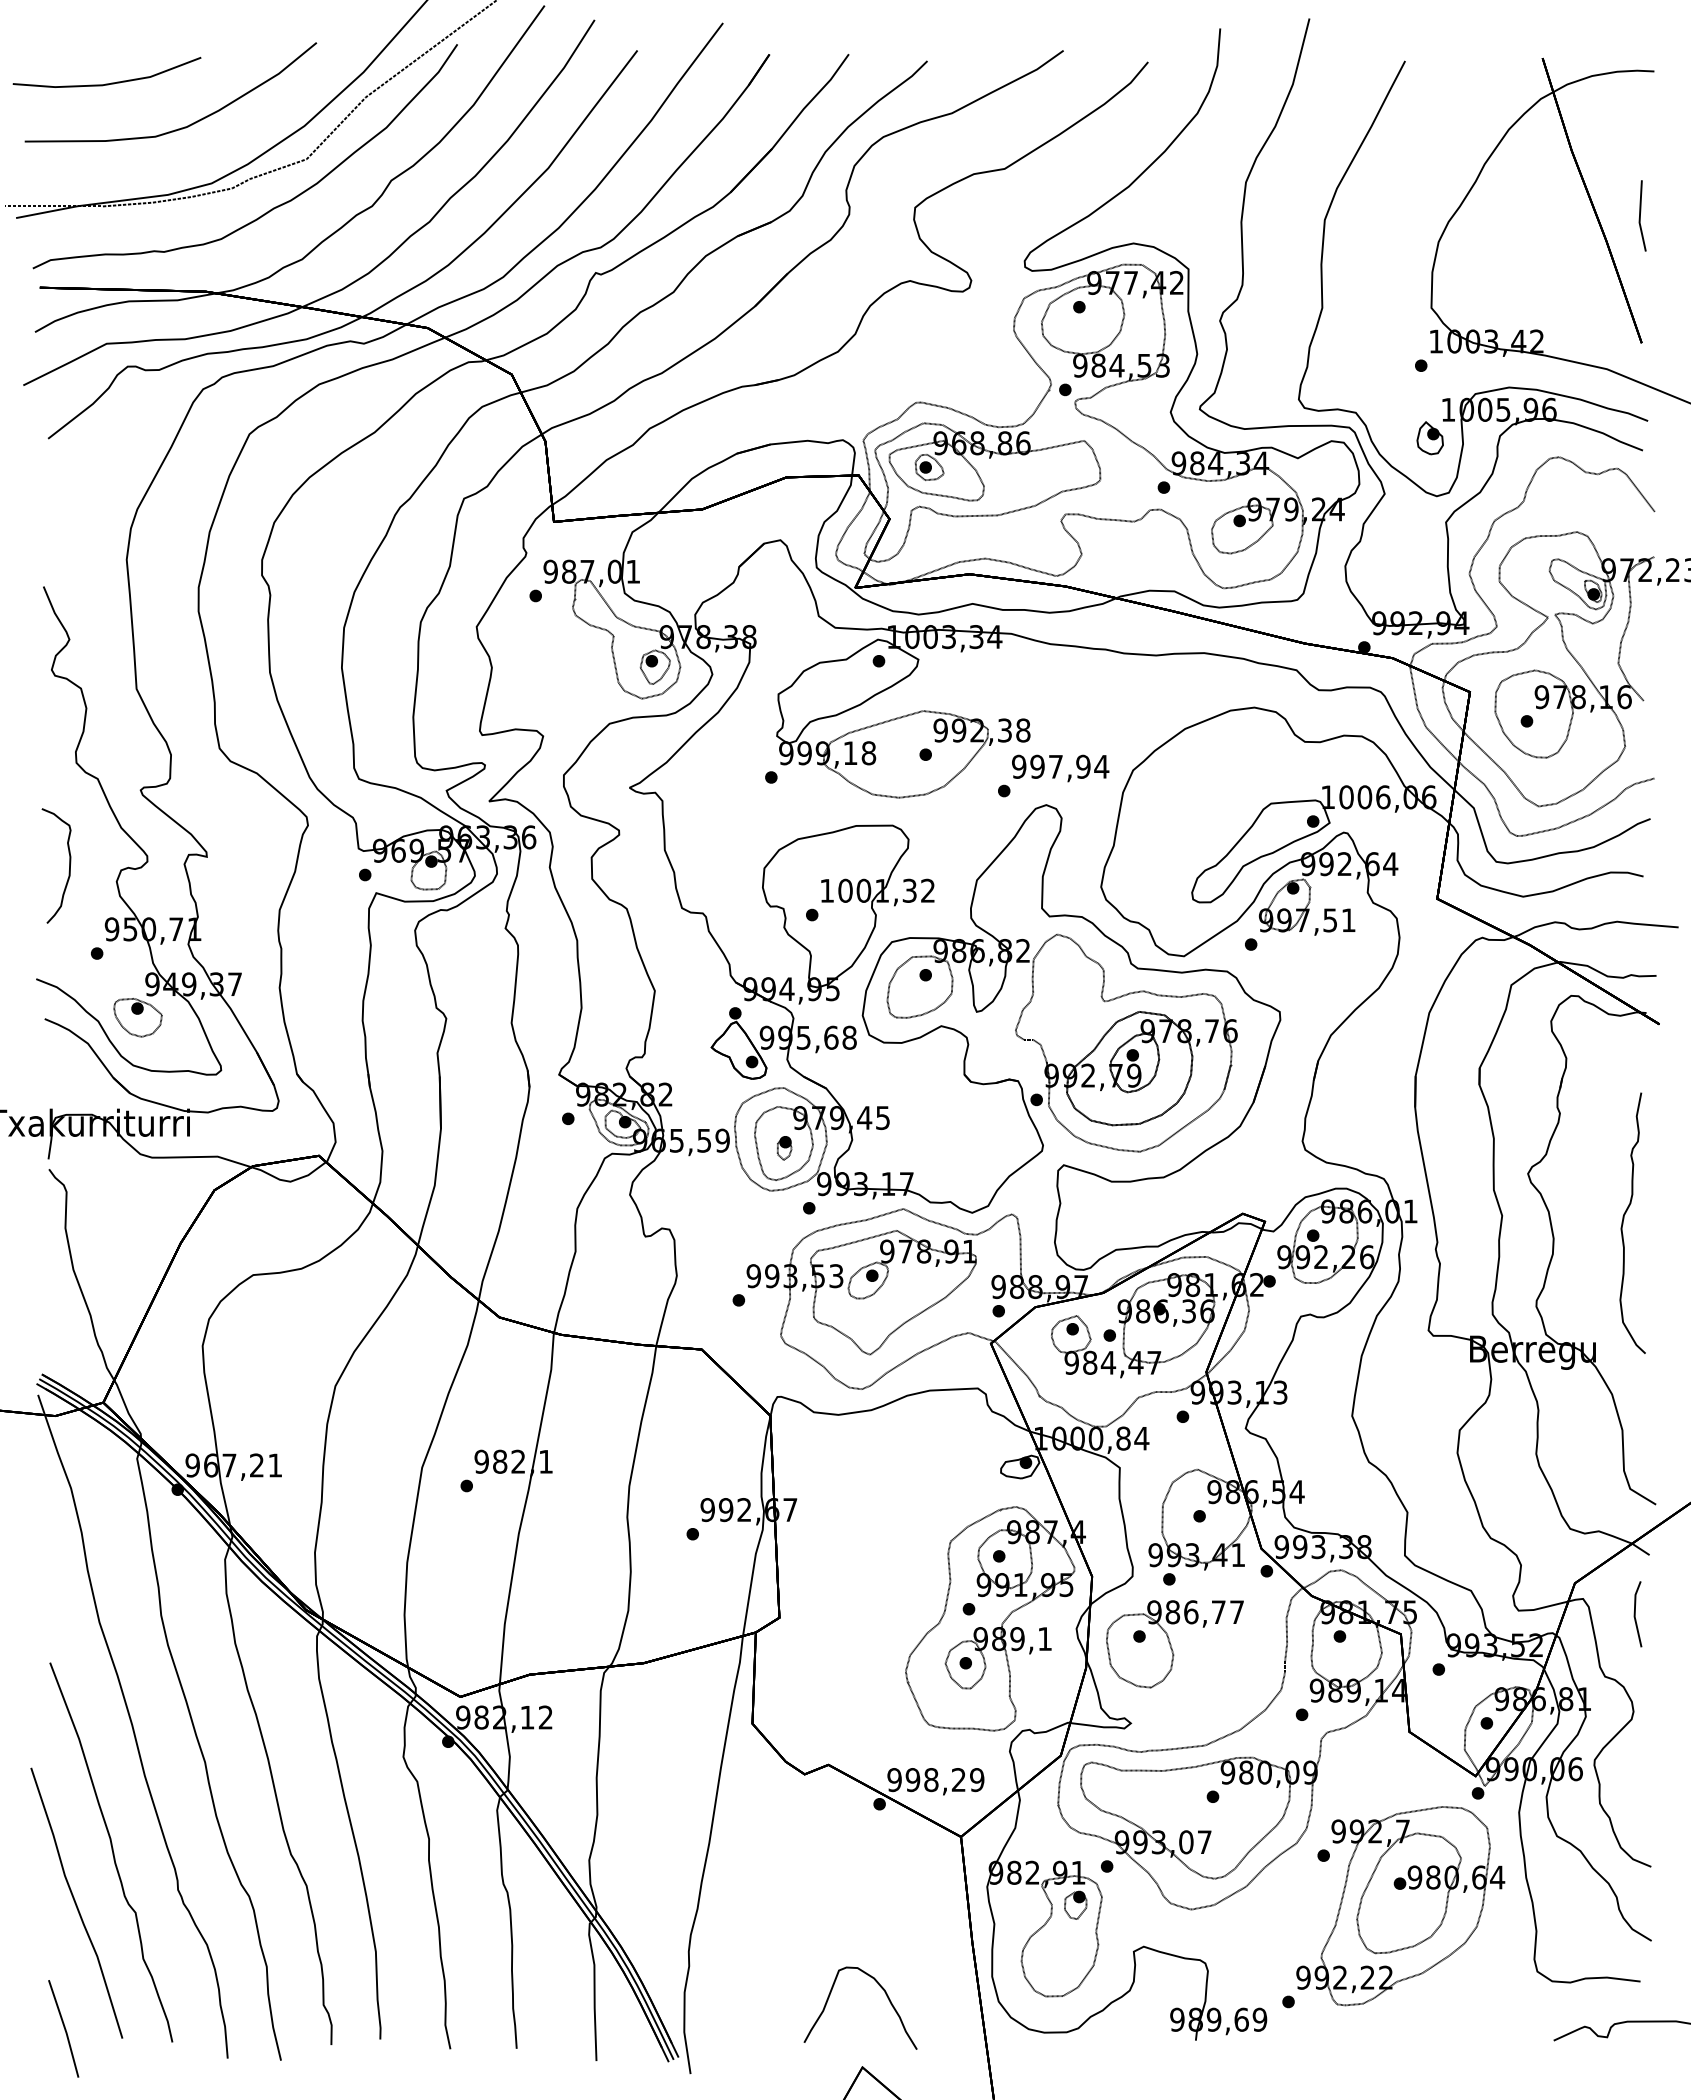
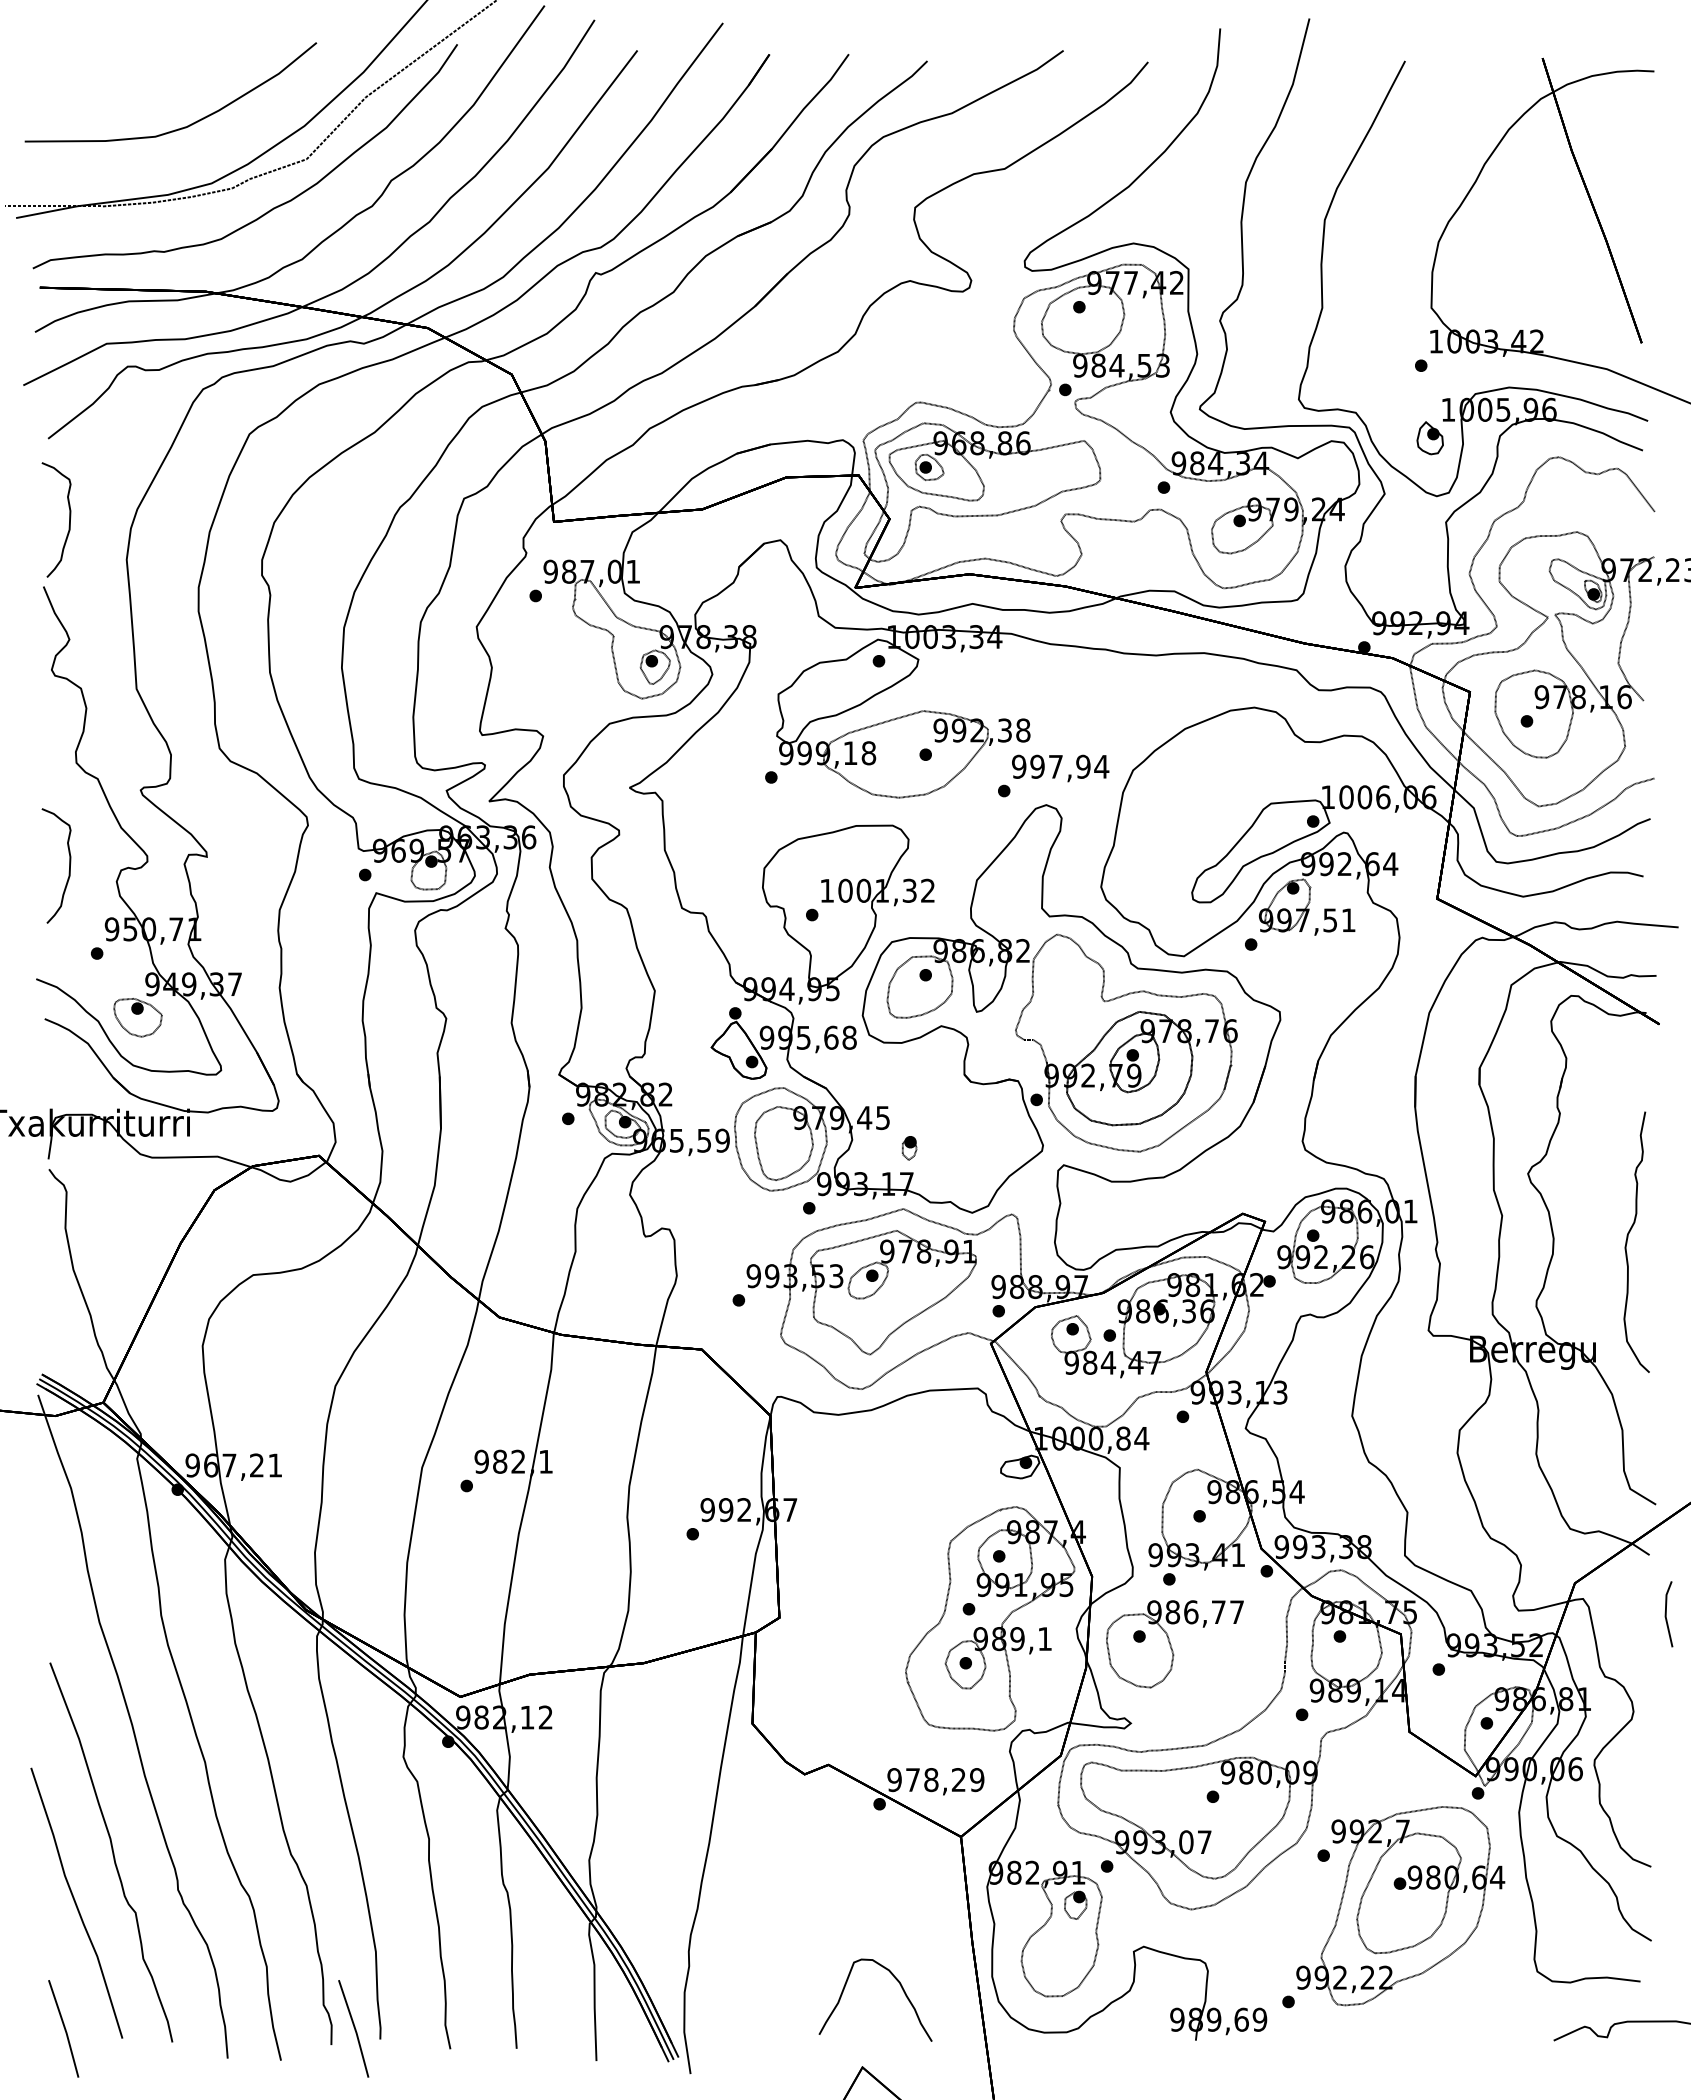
part at (106, 83): present -> none
line at (1640, 215): present -> none
curve at (69, 519): none -> present
part at (784, 1148) position: (784, 1148) -> (909, 1148)
curve at (1624, 1219) position: (1624, 1219) -> (1628, 1238)
line at (1635, 1614) position: (1635, 1614) -> (1666, 1614)
text at (912, 1780): 998,29 -> 978,29
curve at (885, 1994) position: (885, 1994) -> (900, 1986)
line at (353, 2027): none -> present
